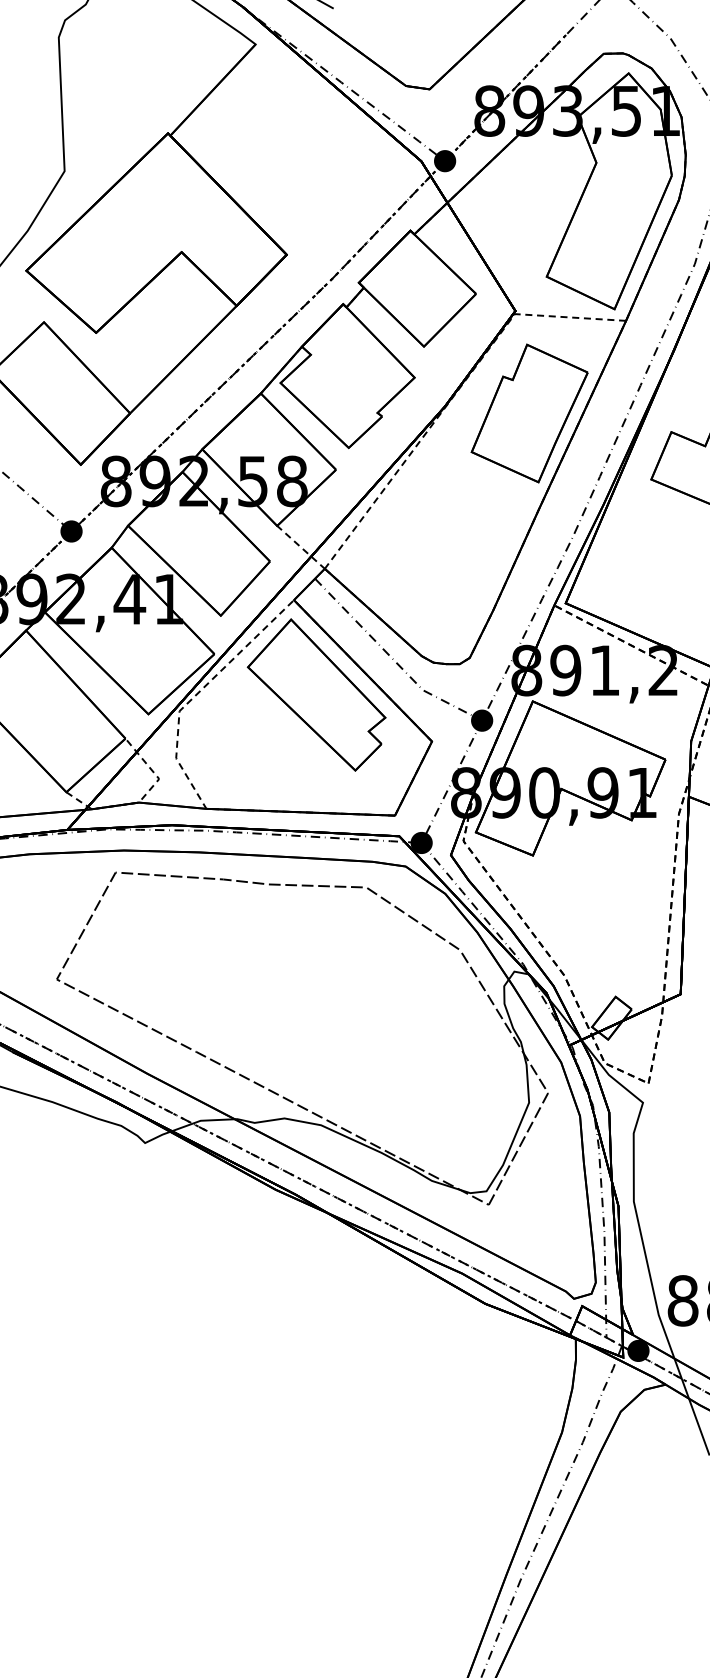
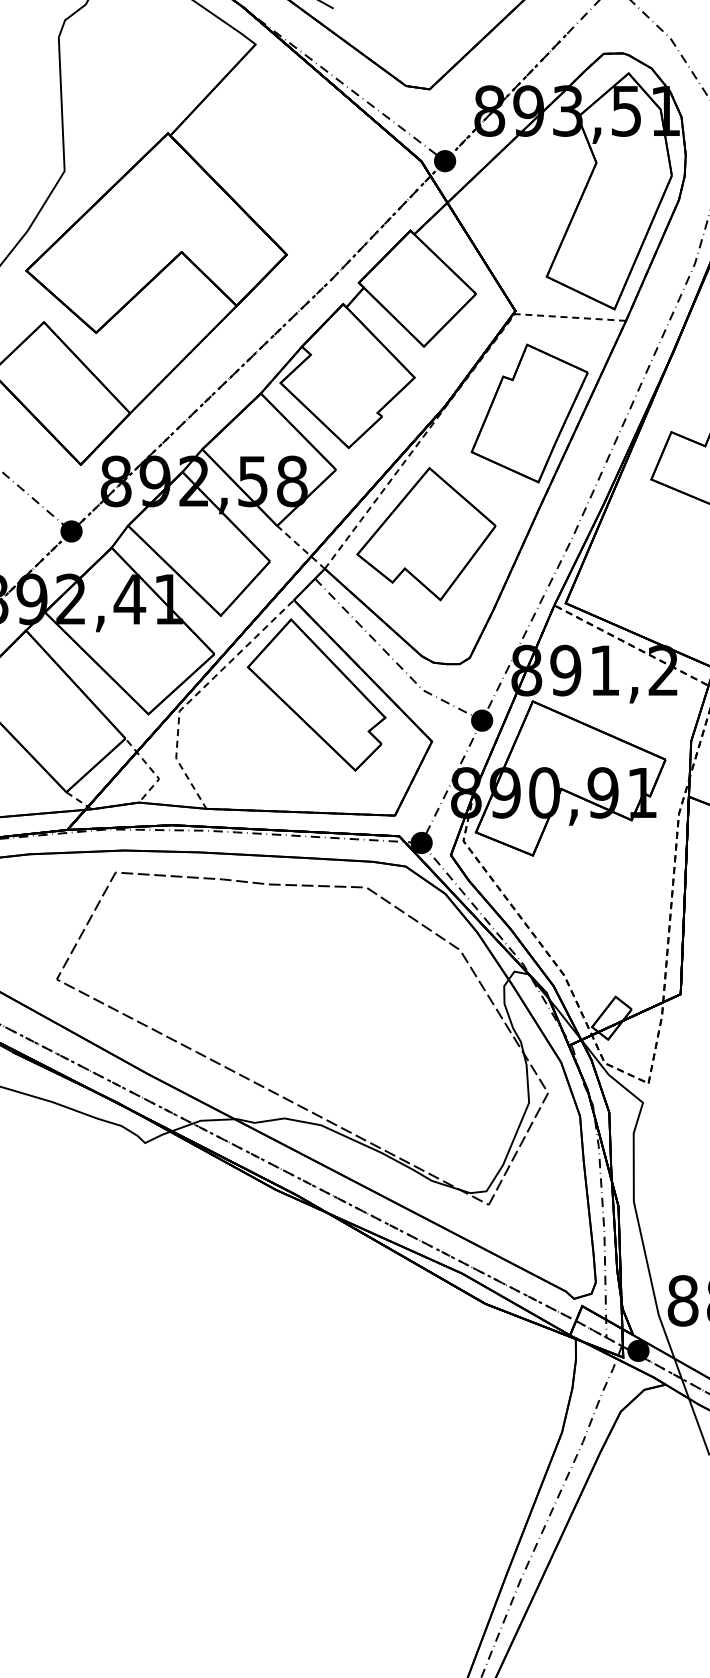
part at (426, 534): none -> present
